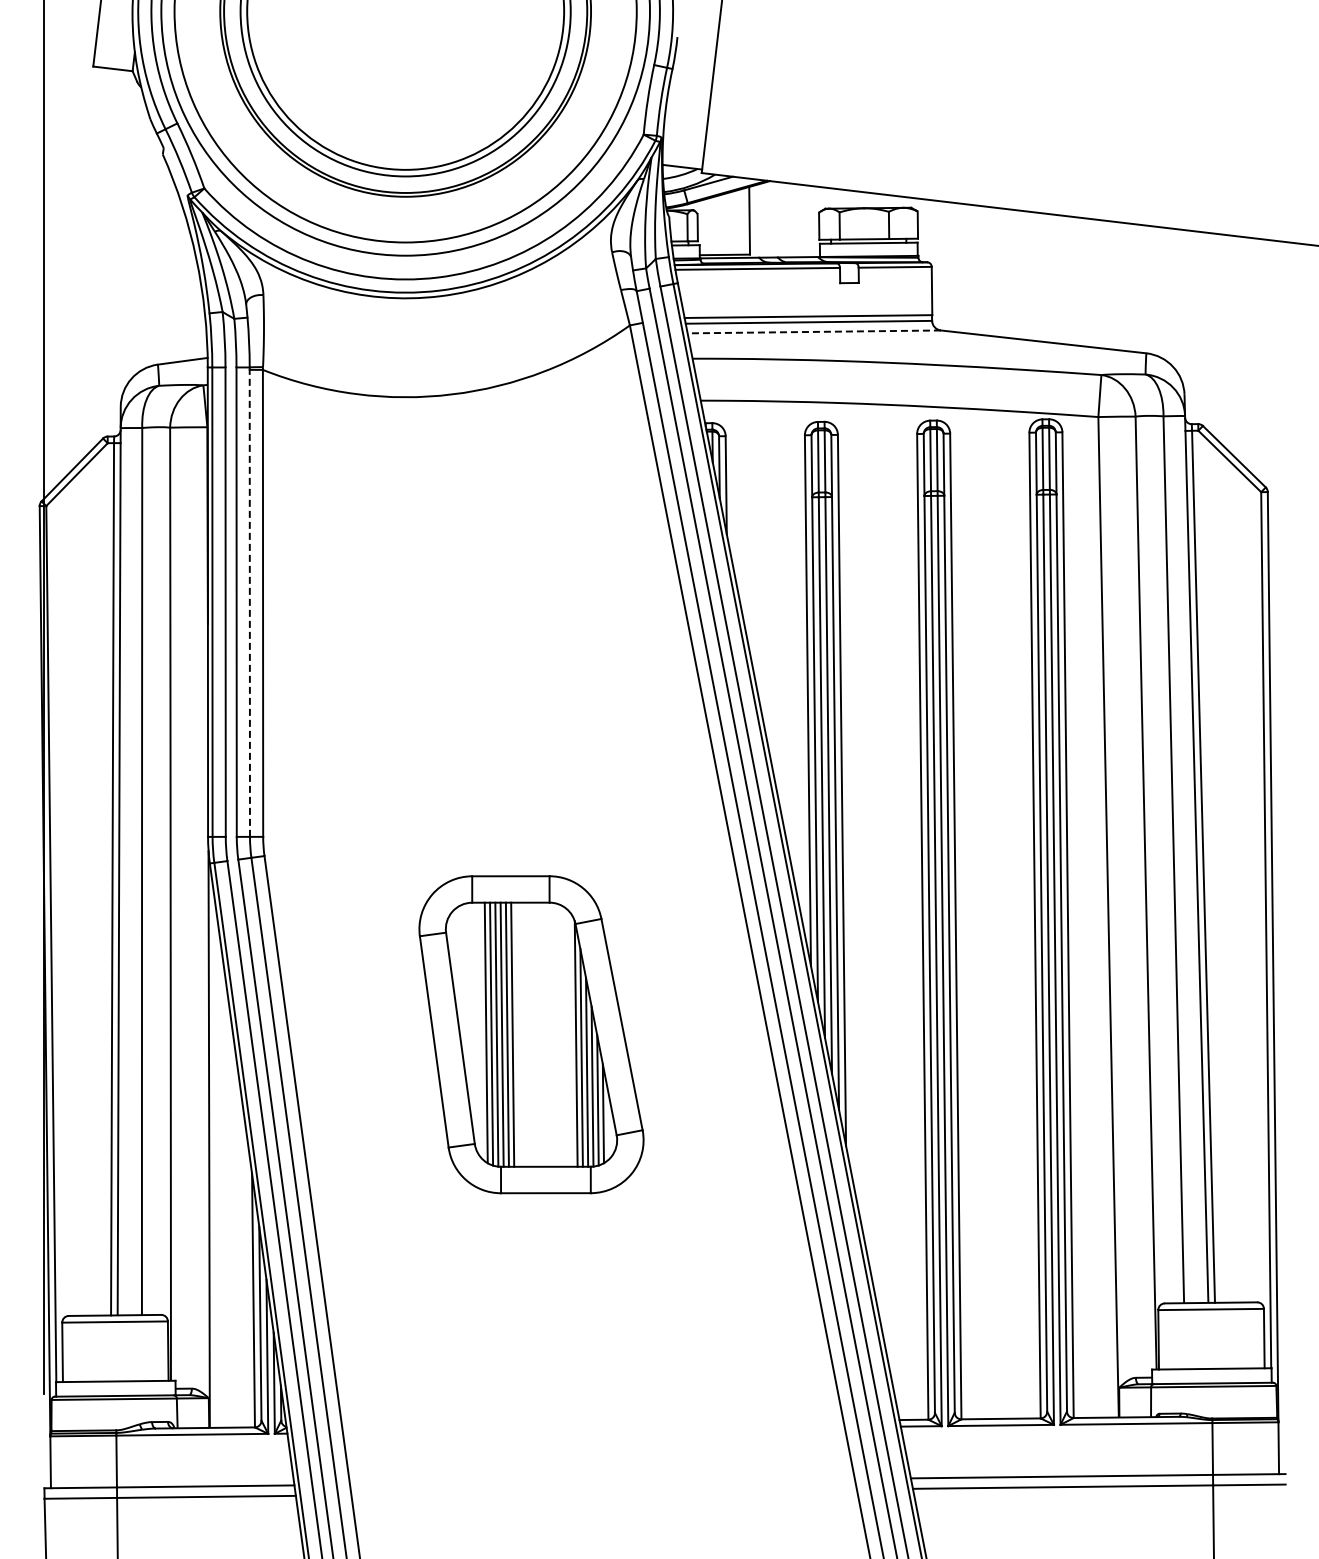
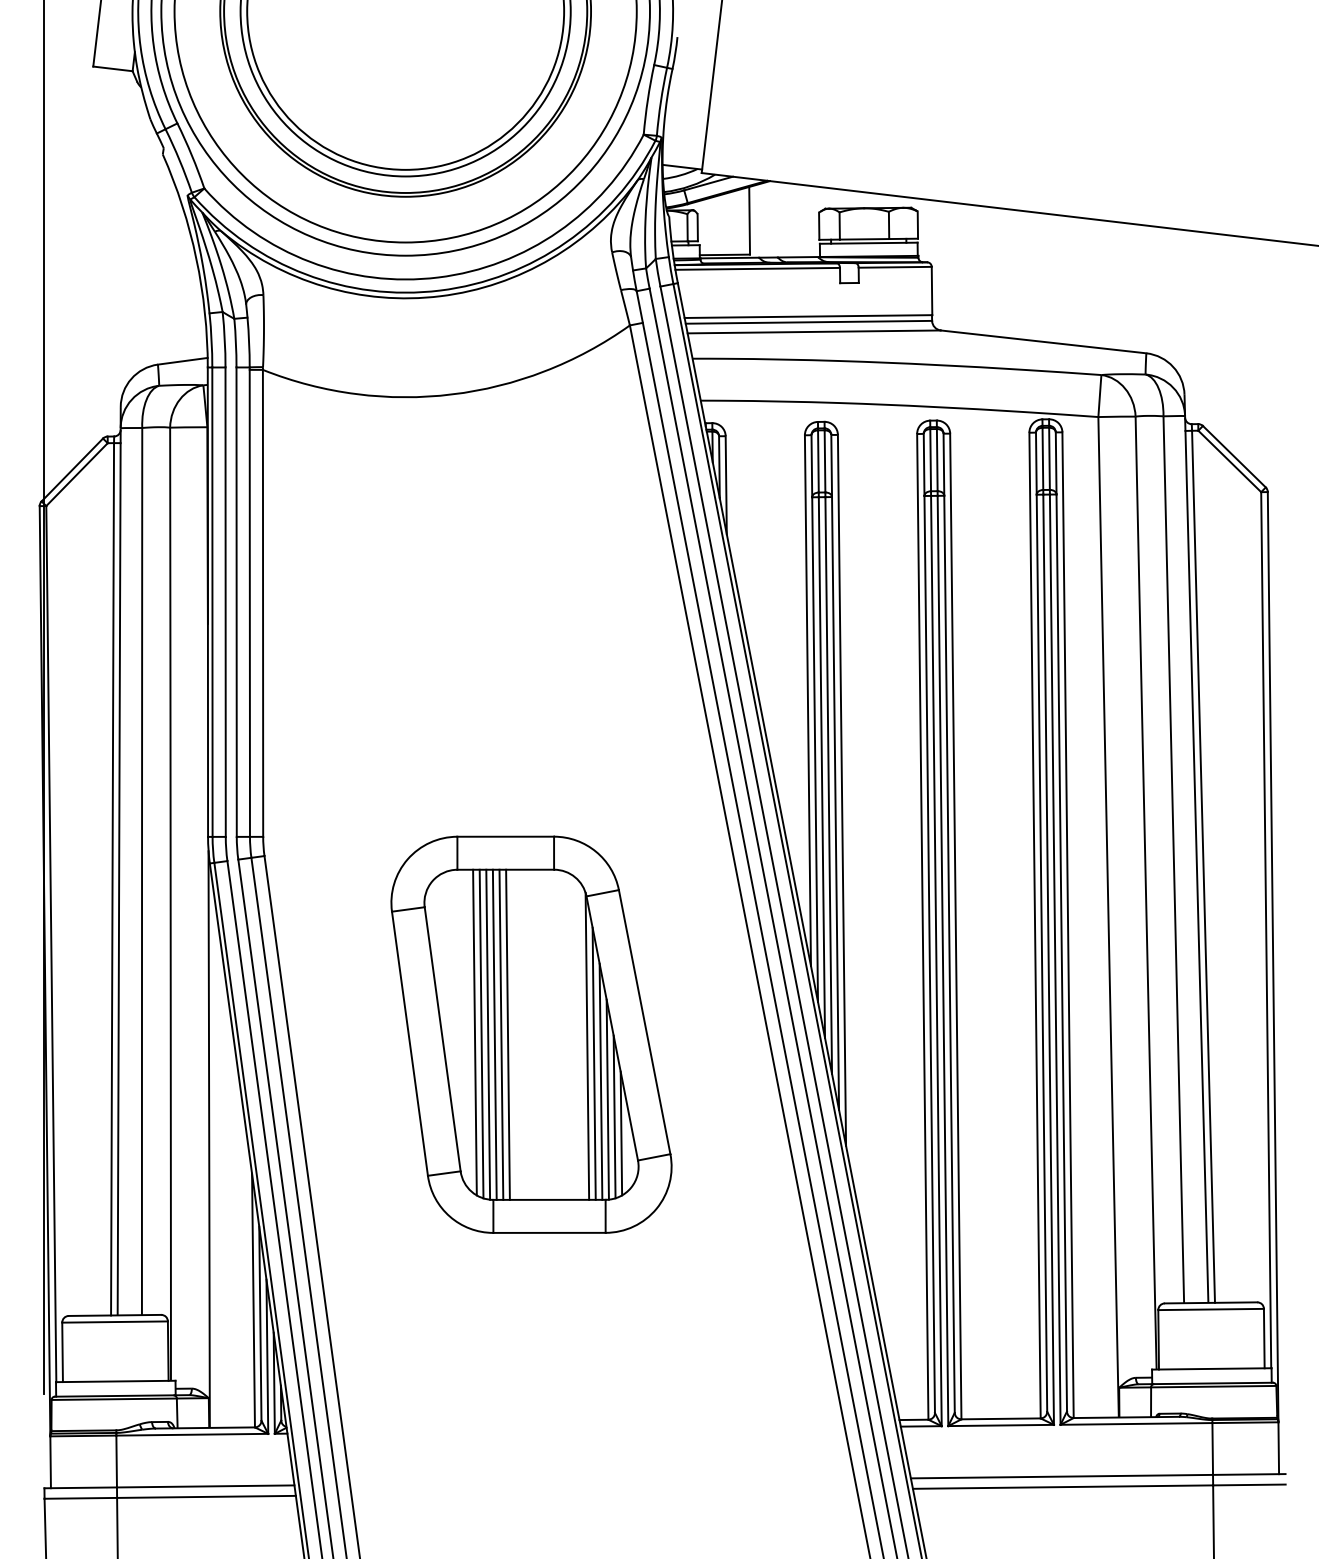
line at (814, 331): dashed -> solid
line at (249, 602): dashed -> solid
part at (531, 1034) size: 227x320 px -> 283x399 px
